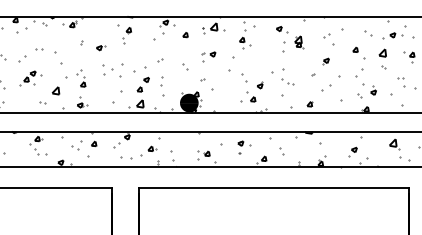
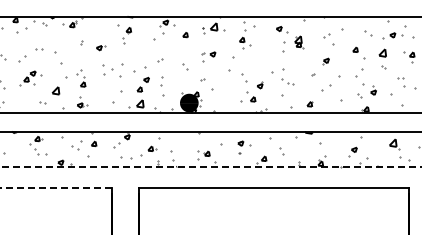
line at (210, 166): solid -> dashed
line at (56, 188): solid -> dashed
